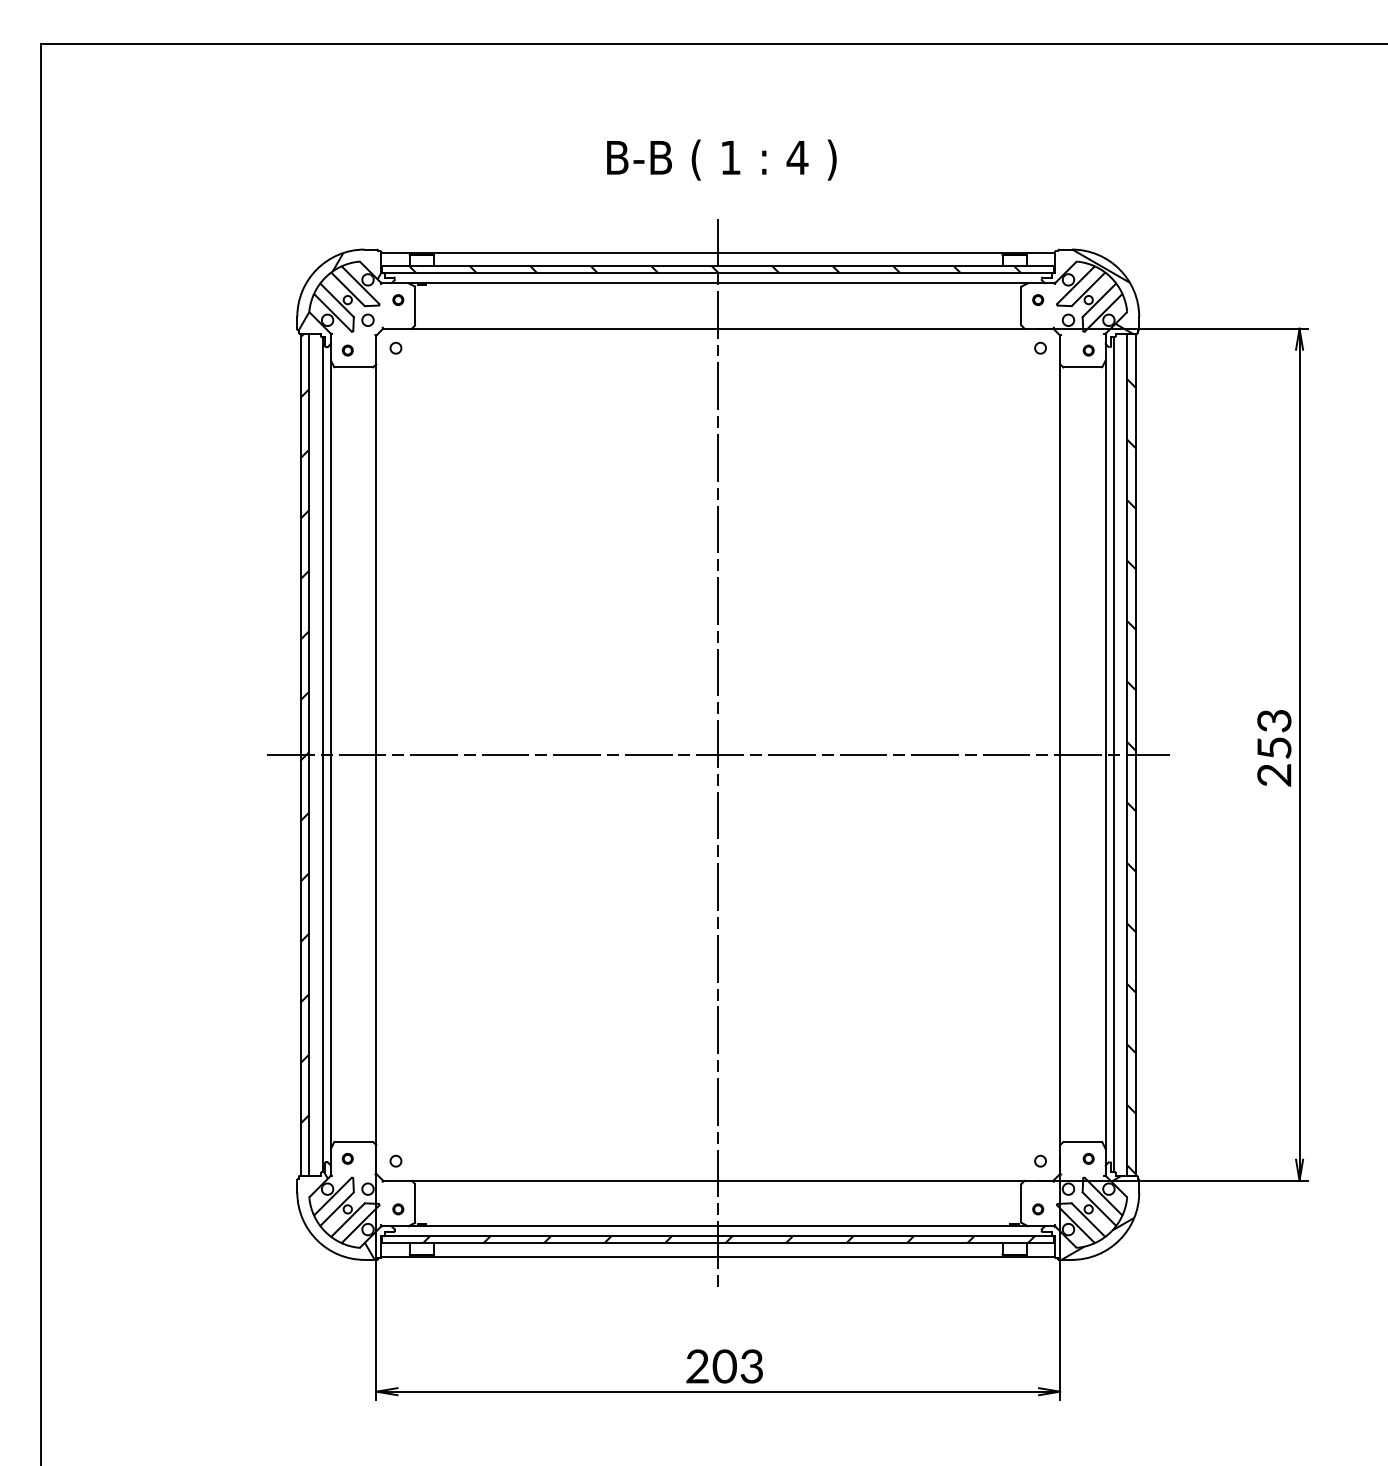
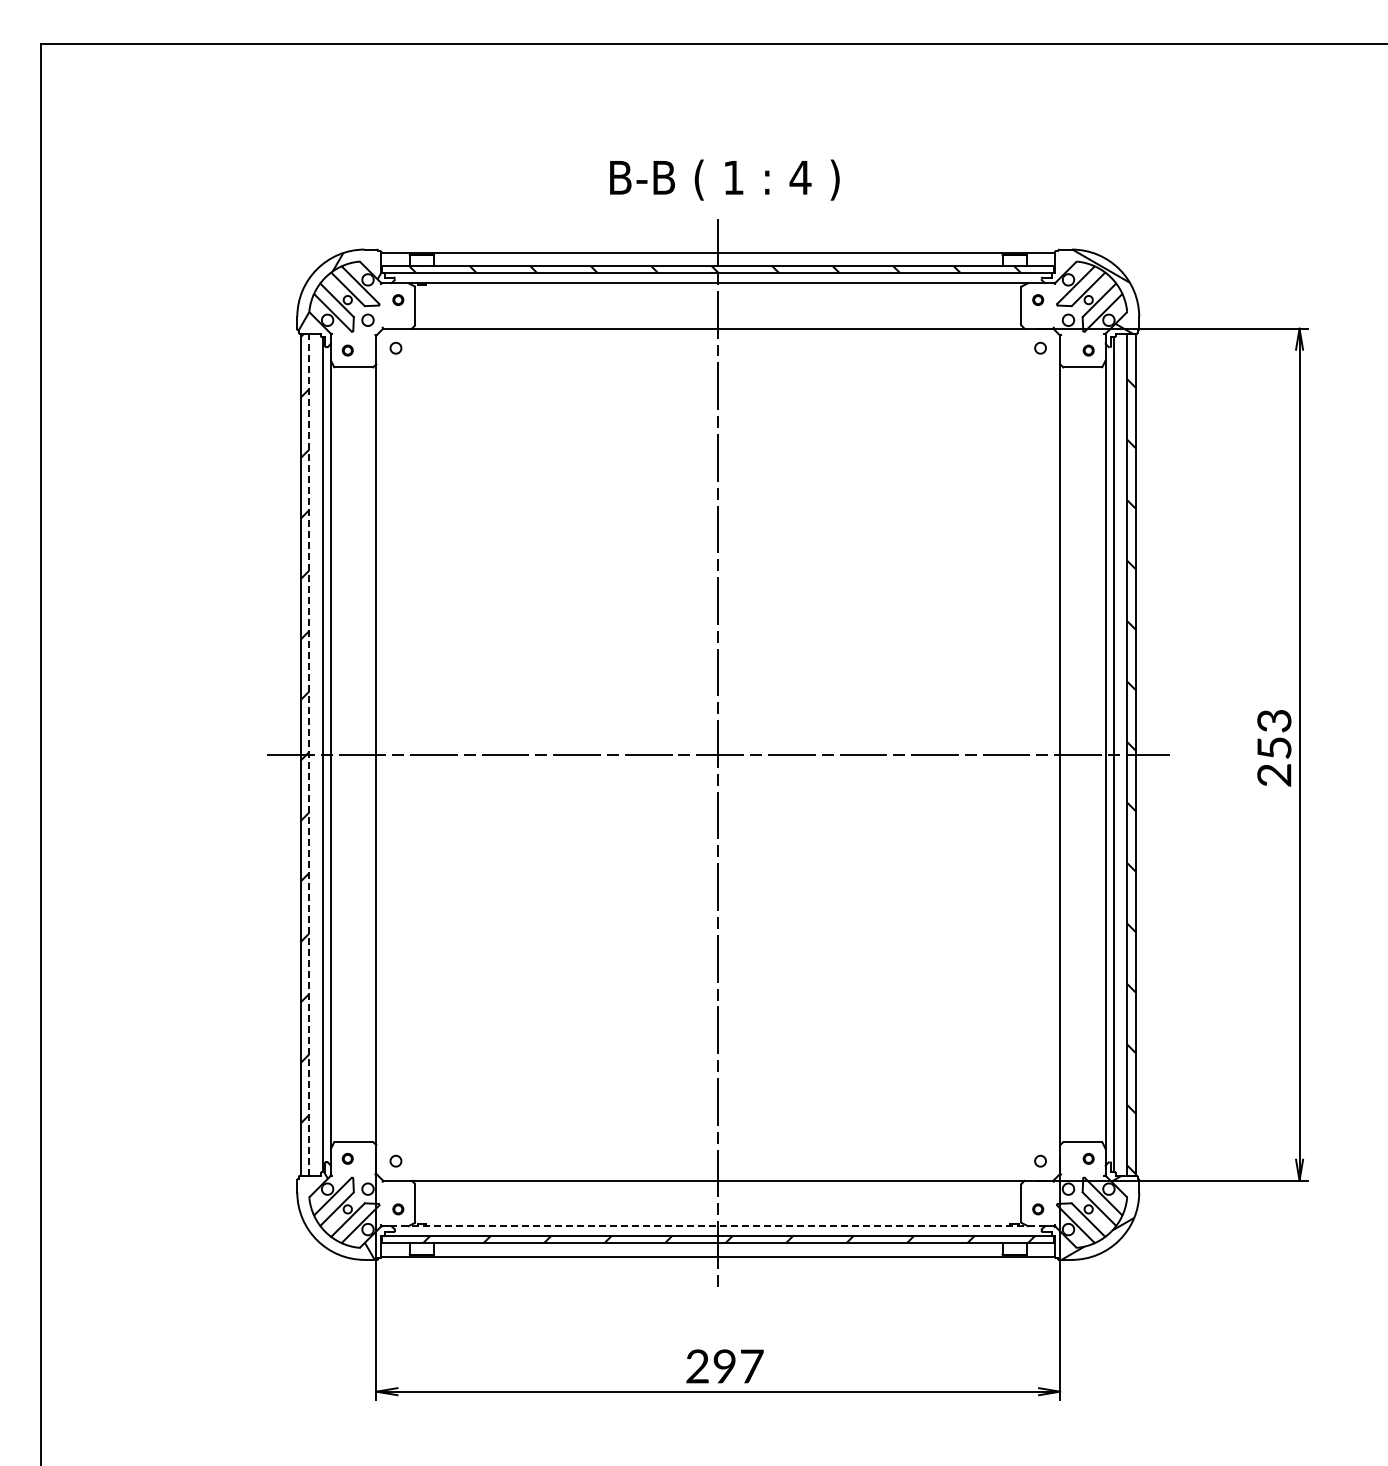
text at (721, 159) position: (721, 159) -> (724, 179)
line at (309, 754): solid -> dashed
line at (717, 1226): solid -> dashed
text at (737, 1366): 203 -> 297
